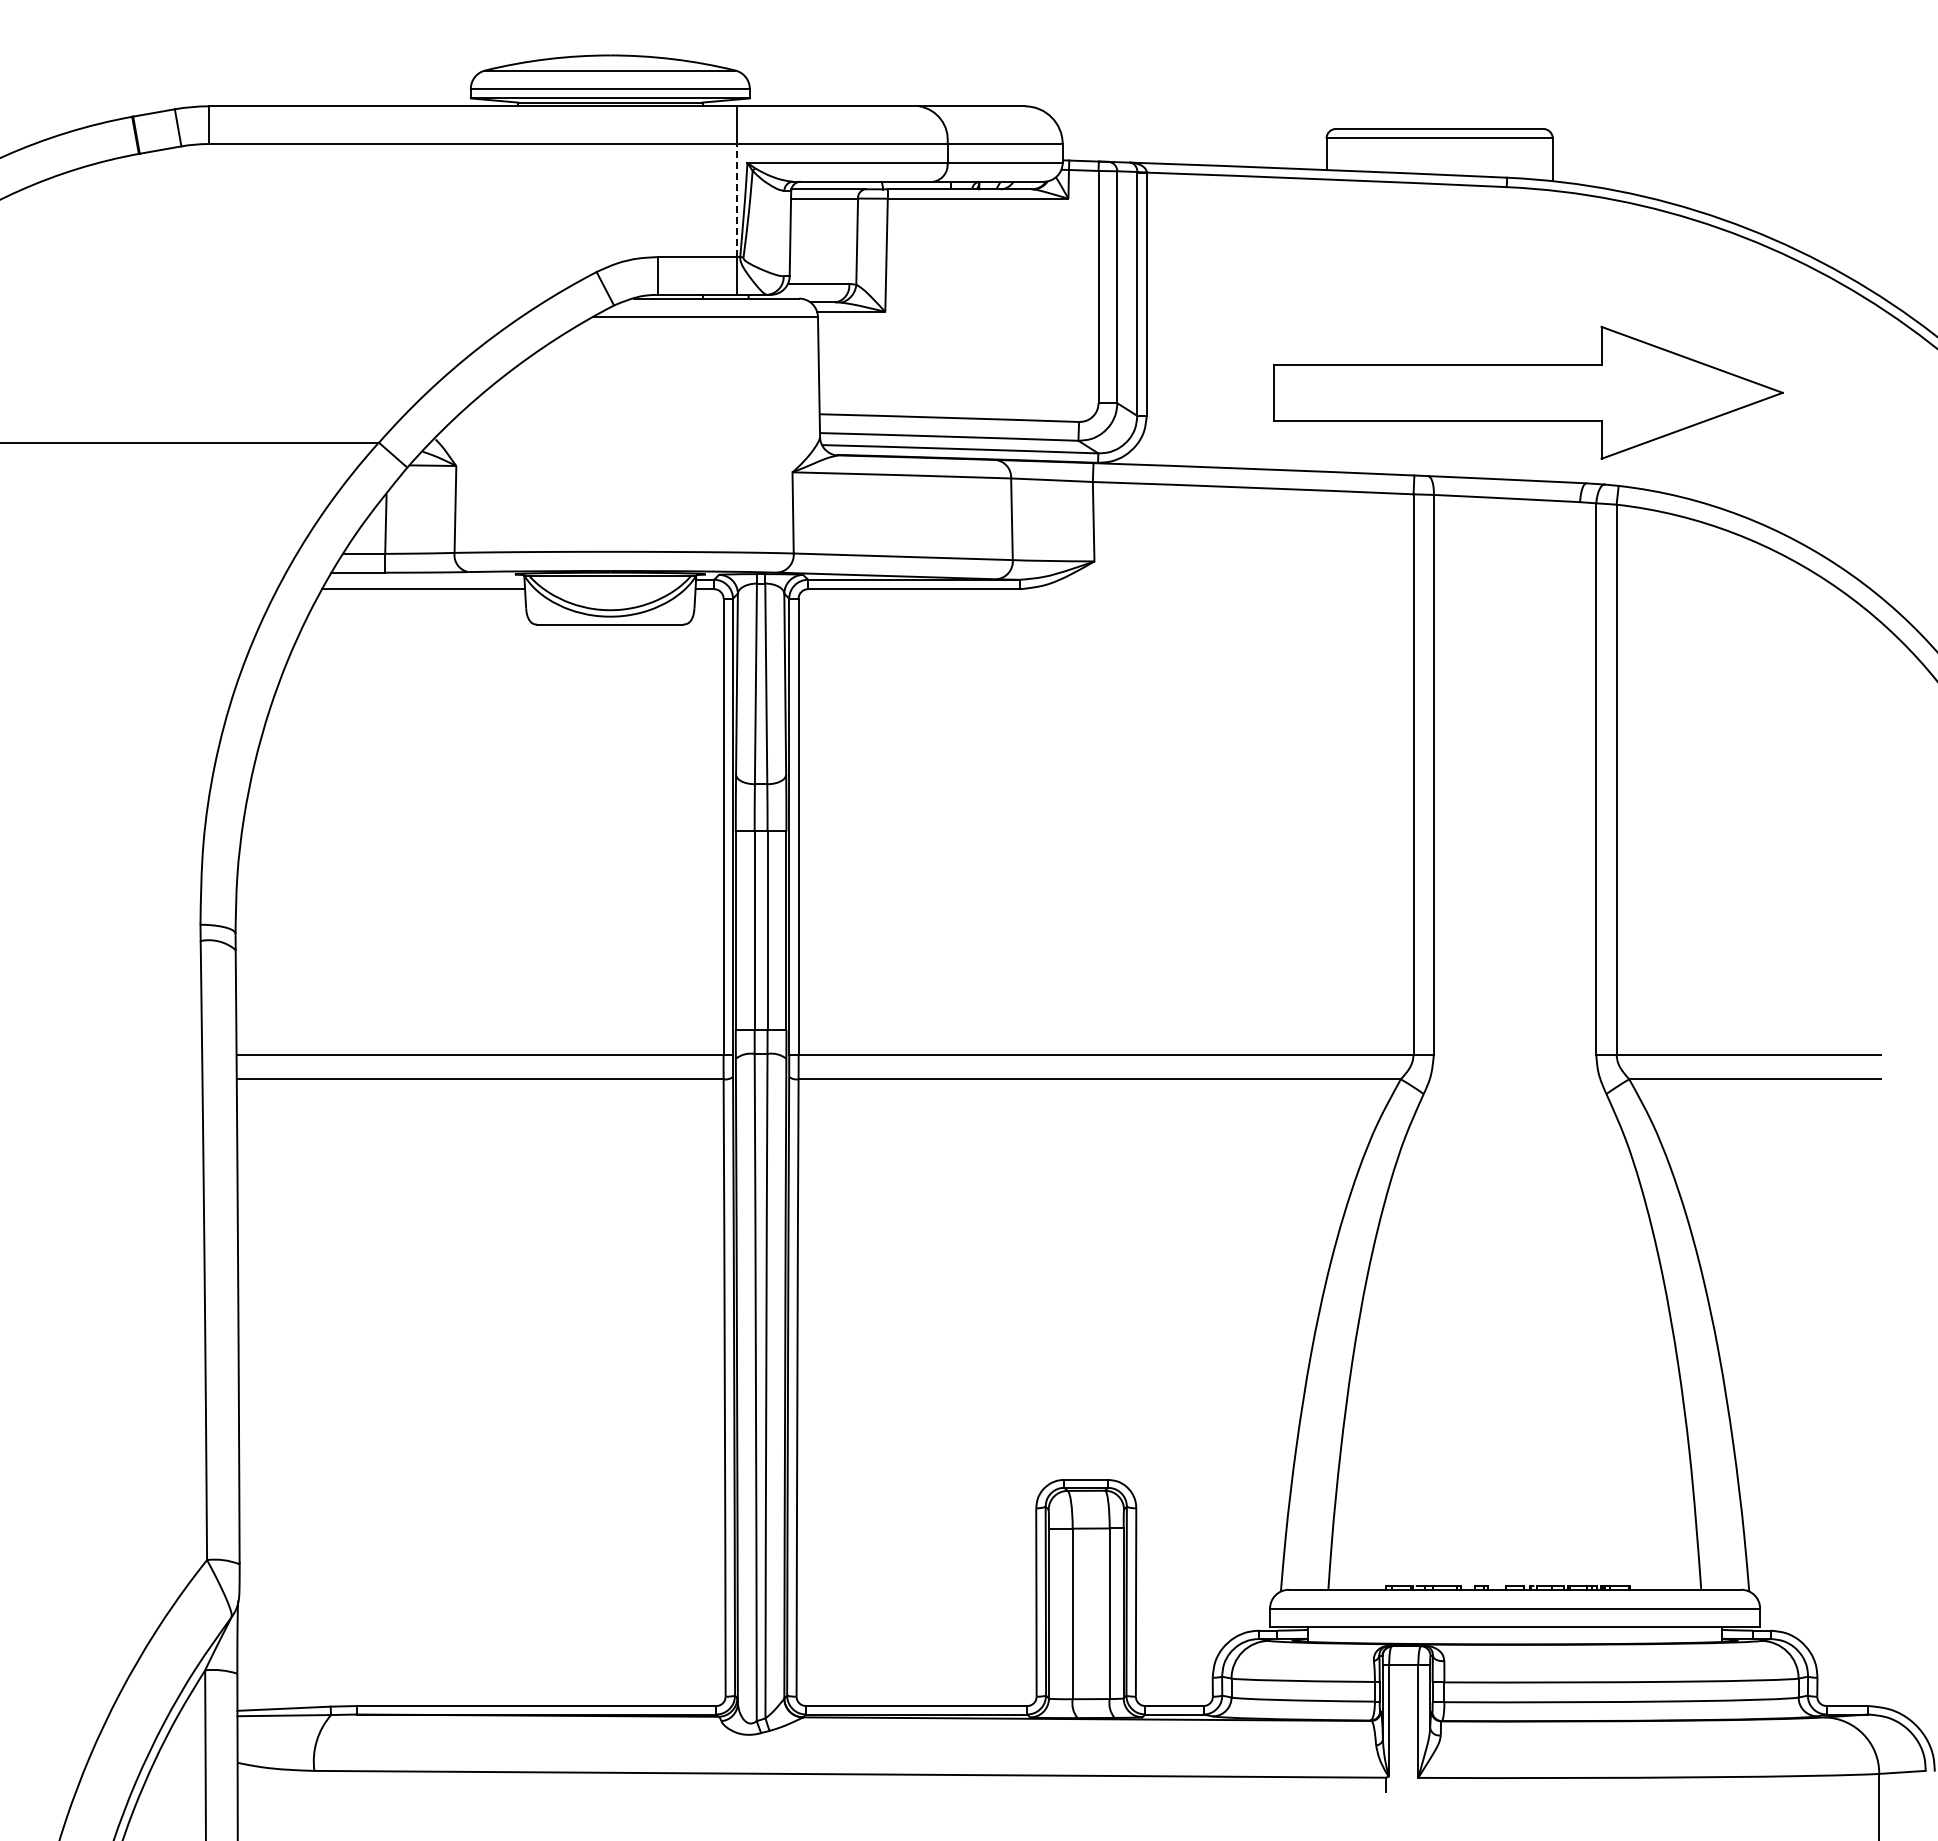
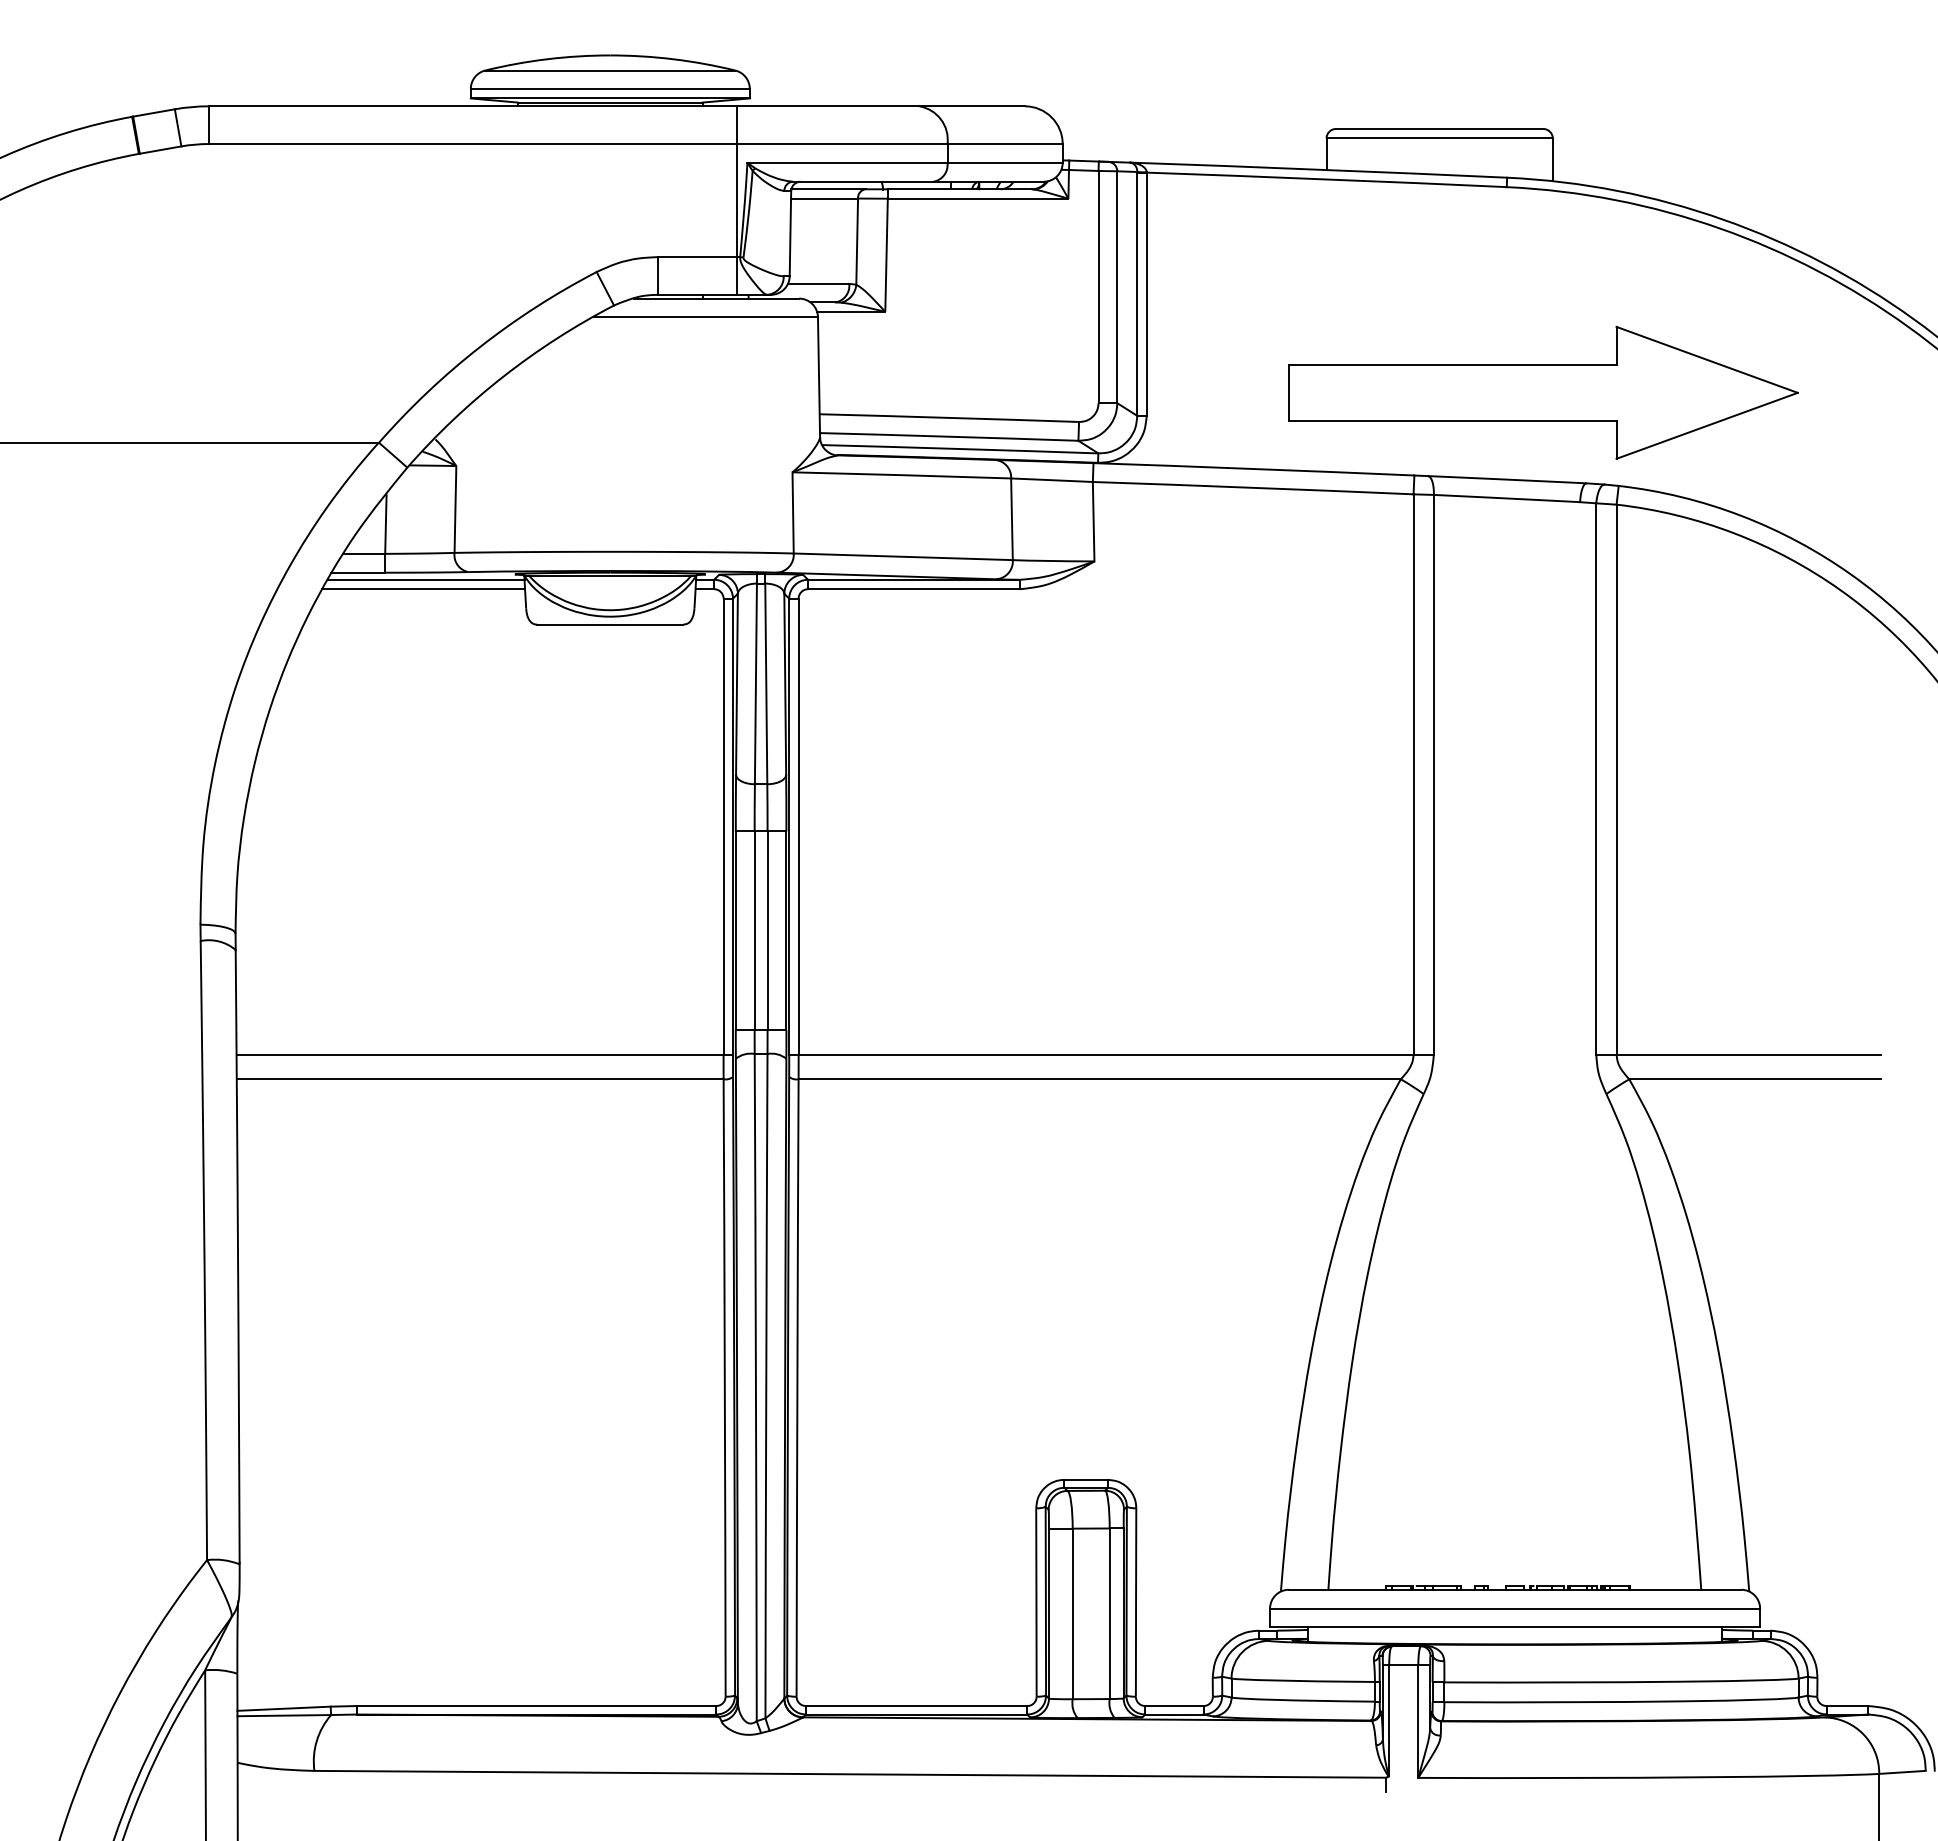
line at (736, 200): dashed -> solid
part at (1528, 392) position: (1528, 392) -> (1543, 392)
line at (425, 579): none -> present
